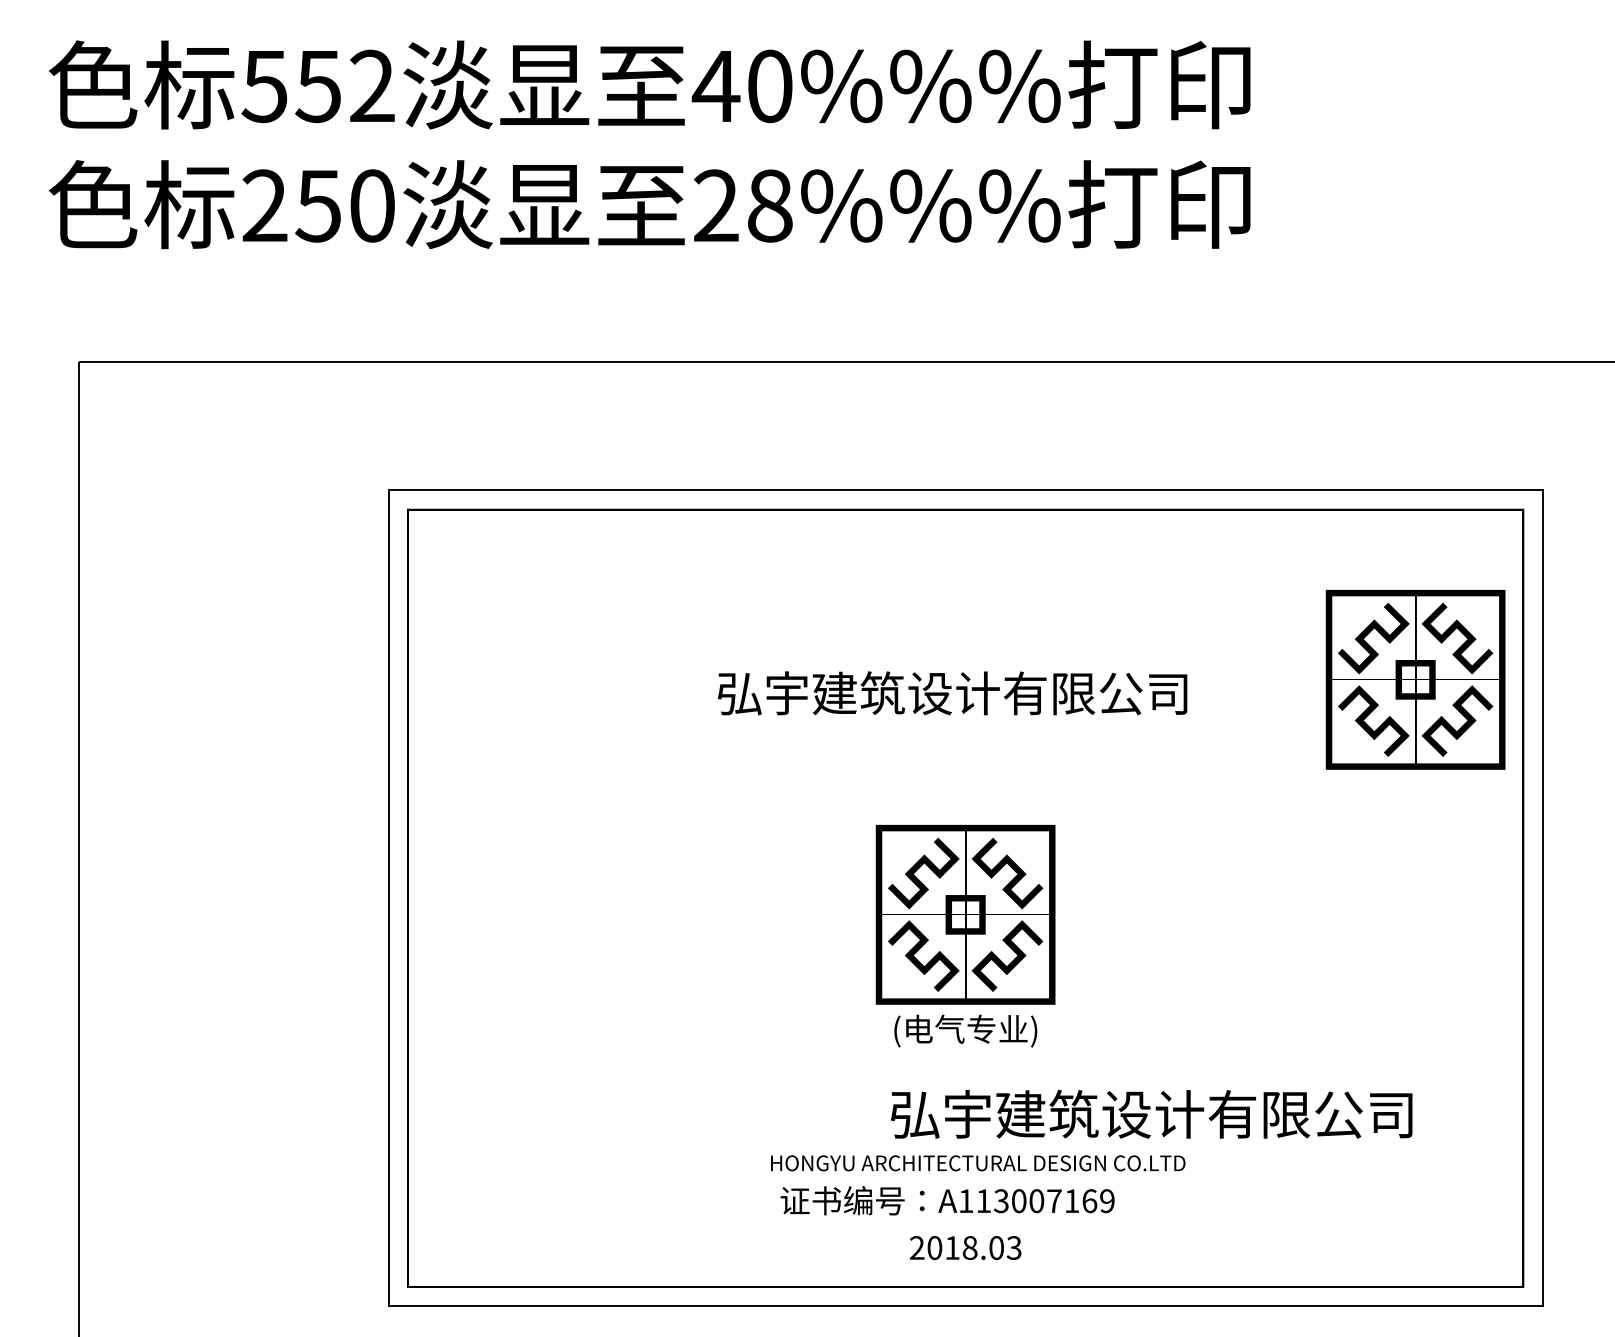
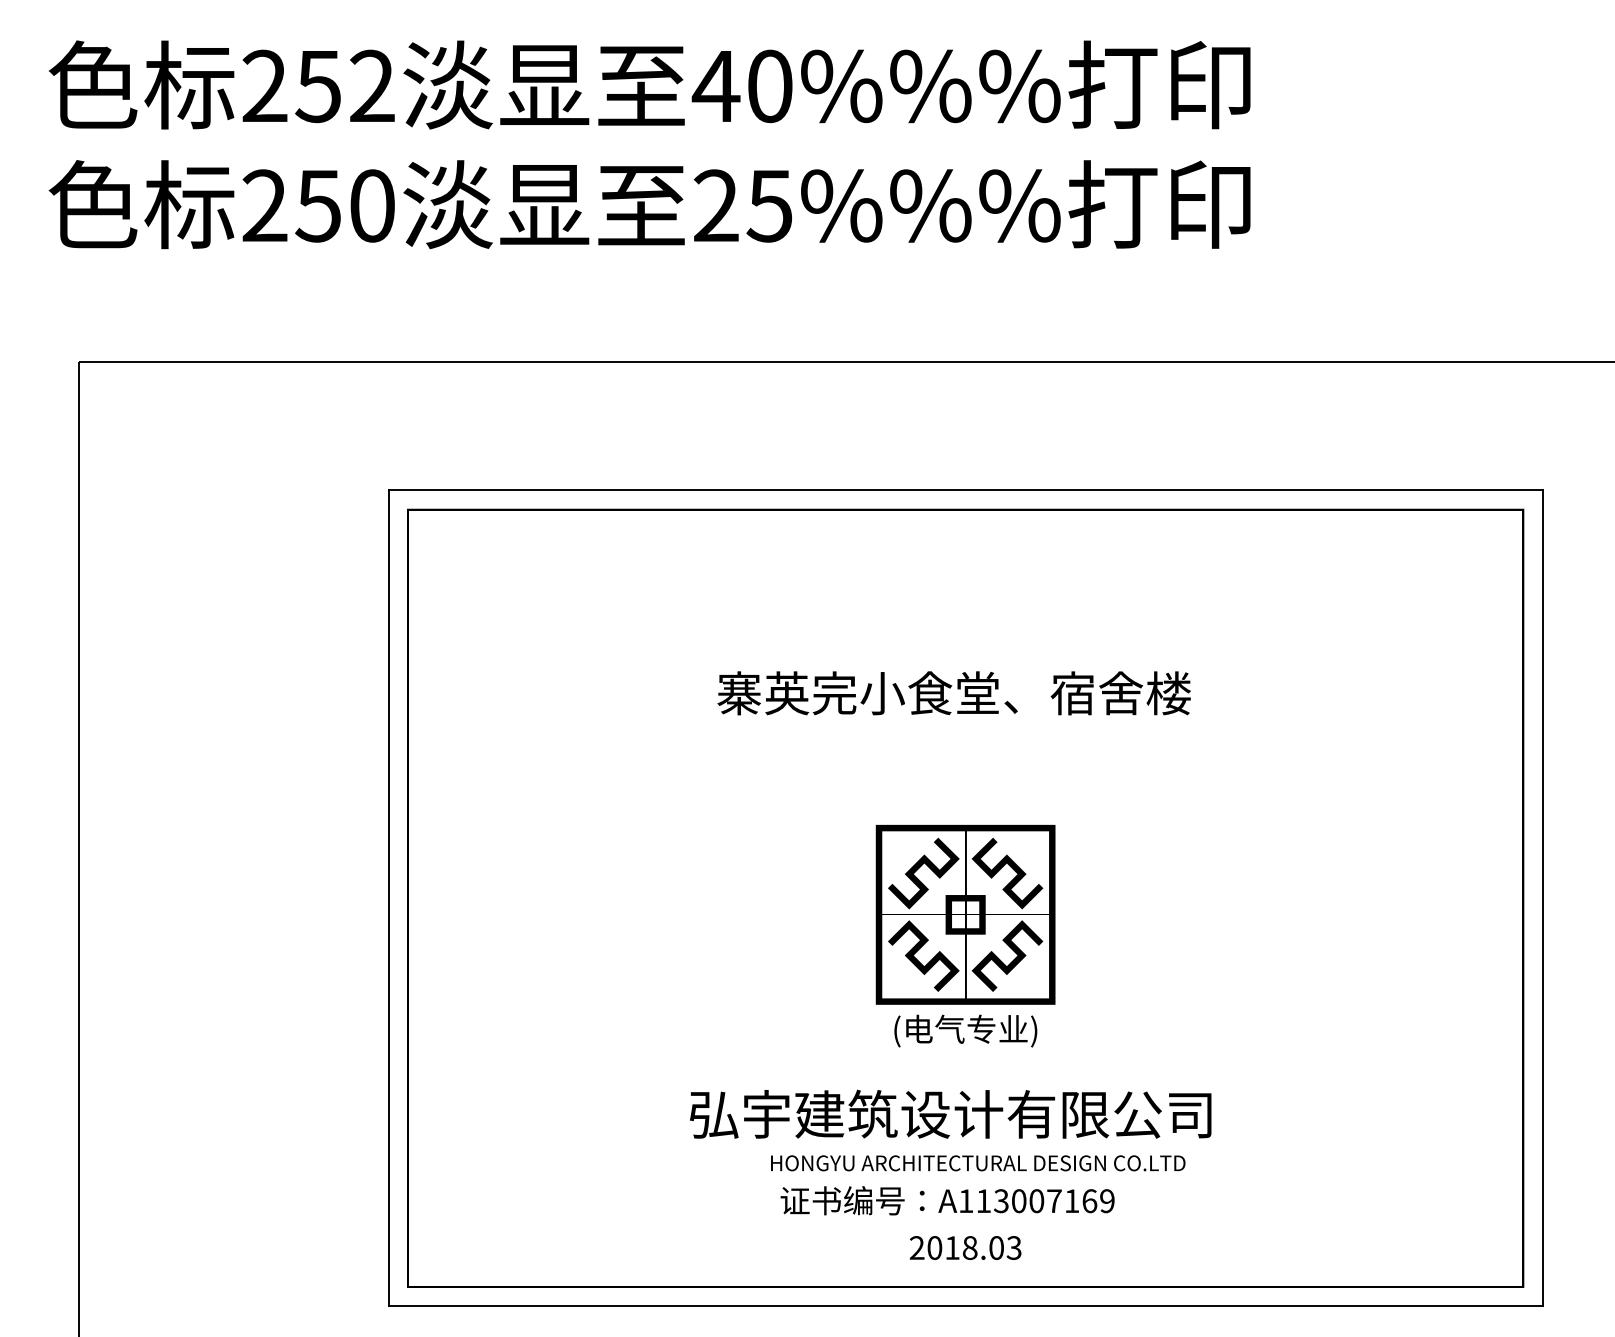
text at (264, 86): 552 -> 252
text at (769, 205): 28%%% -> 25%%%
part at (1415, 679): present -> none
text at (953, 693): 弘宇建筑设计有限公司 -> 寨英完小食堂、宿舍楼
text at (1151, 1113) position: (1151, 1113) -> (950, 1113)
